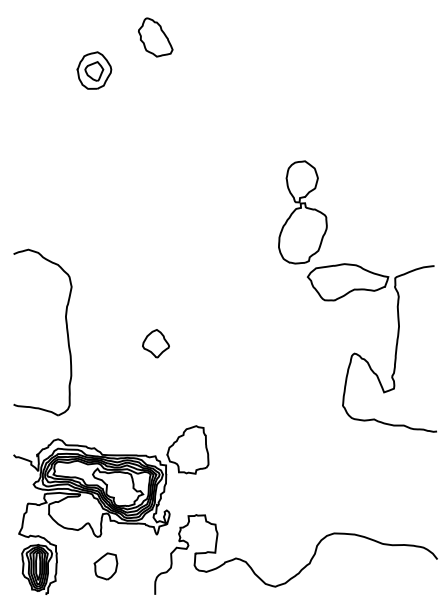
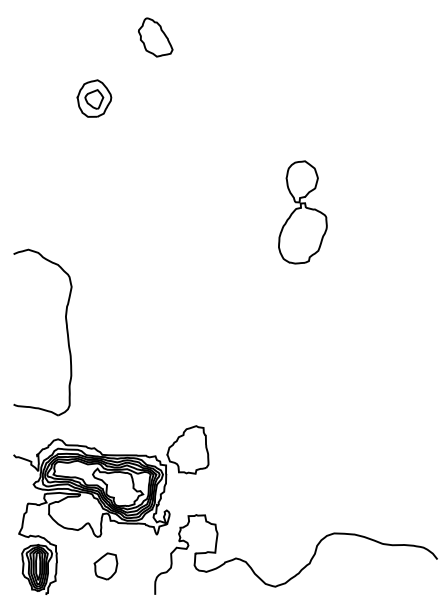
part at (94, 70) position: (94, 70) -> (94, 98)
part at (155, 343): present -> none
part at (364, 358): present -> none
